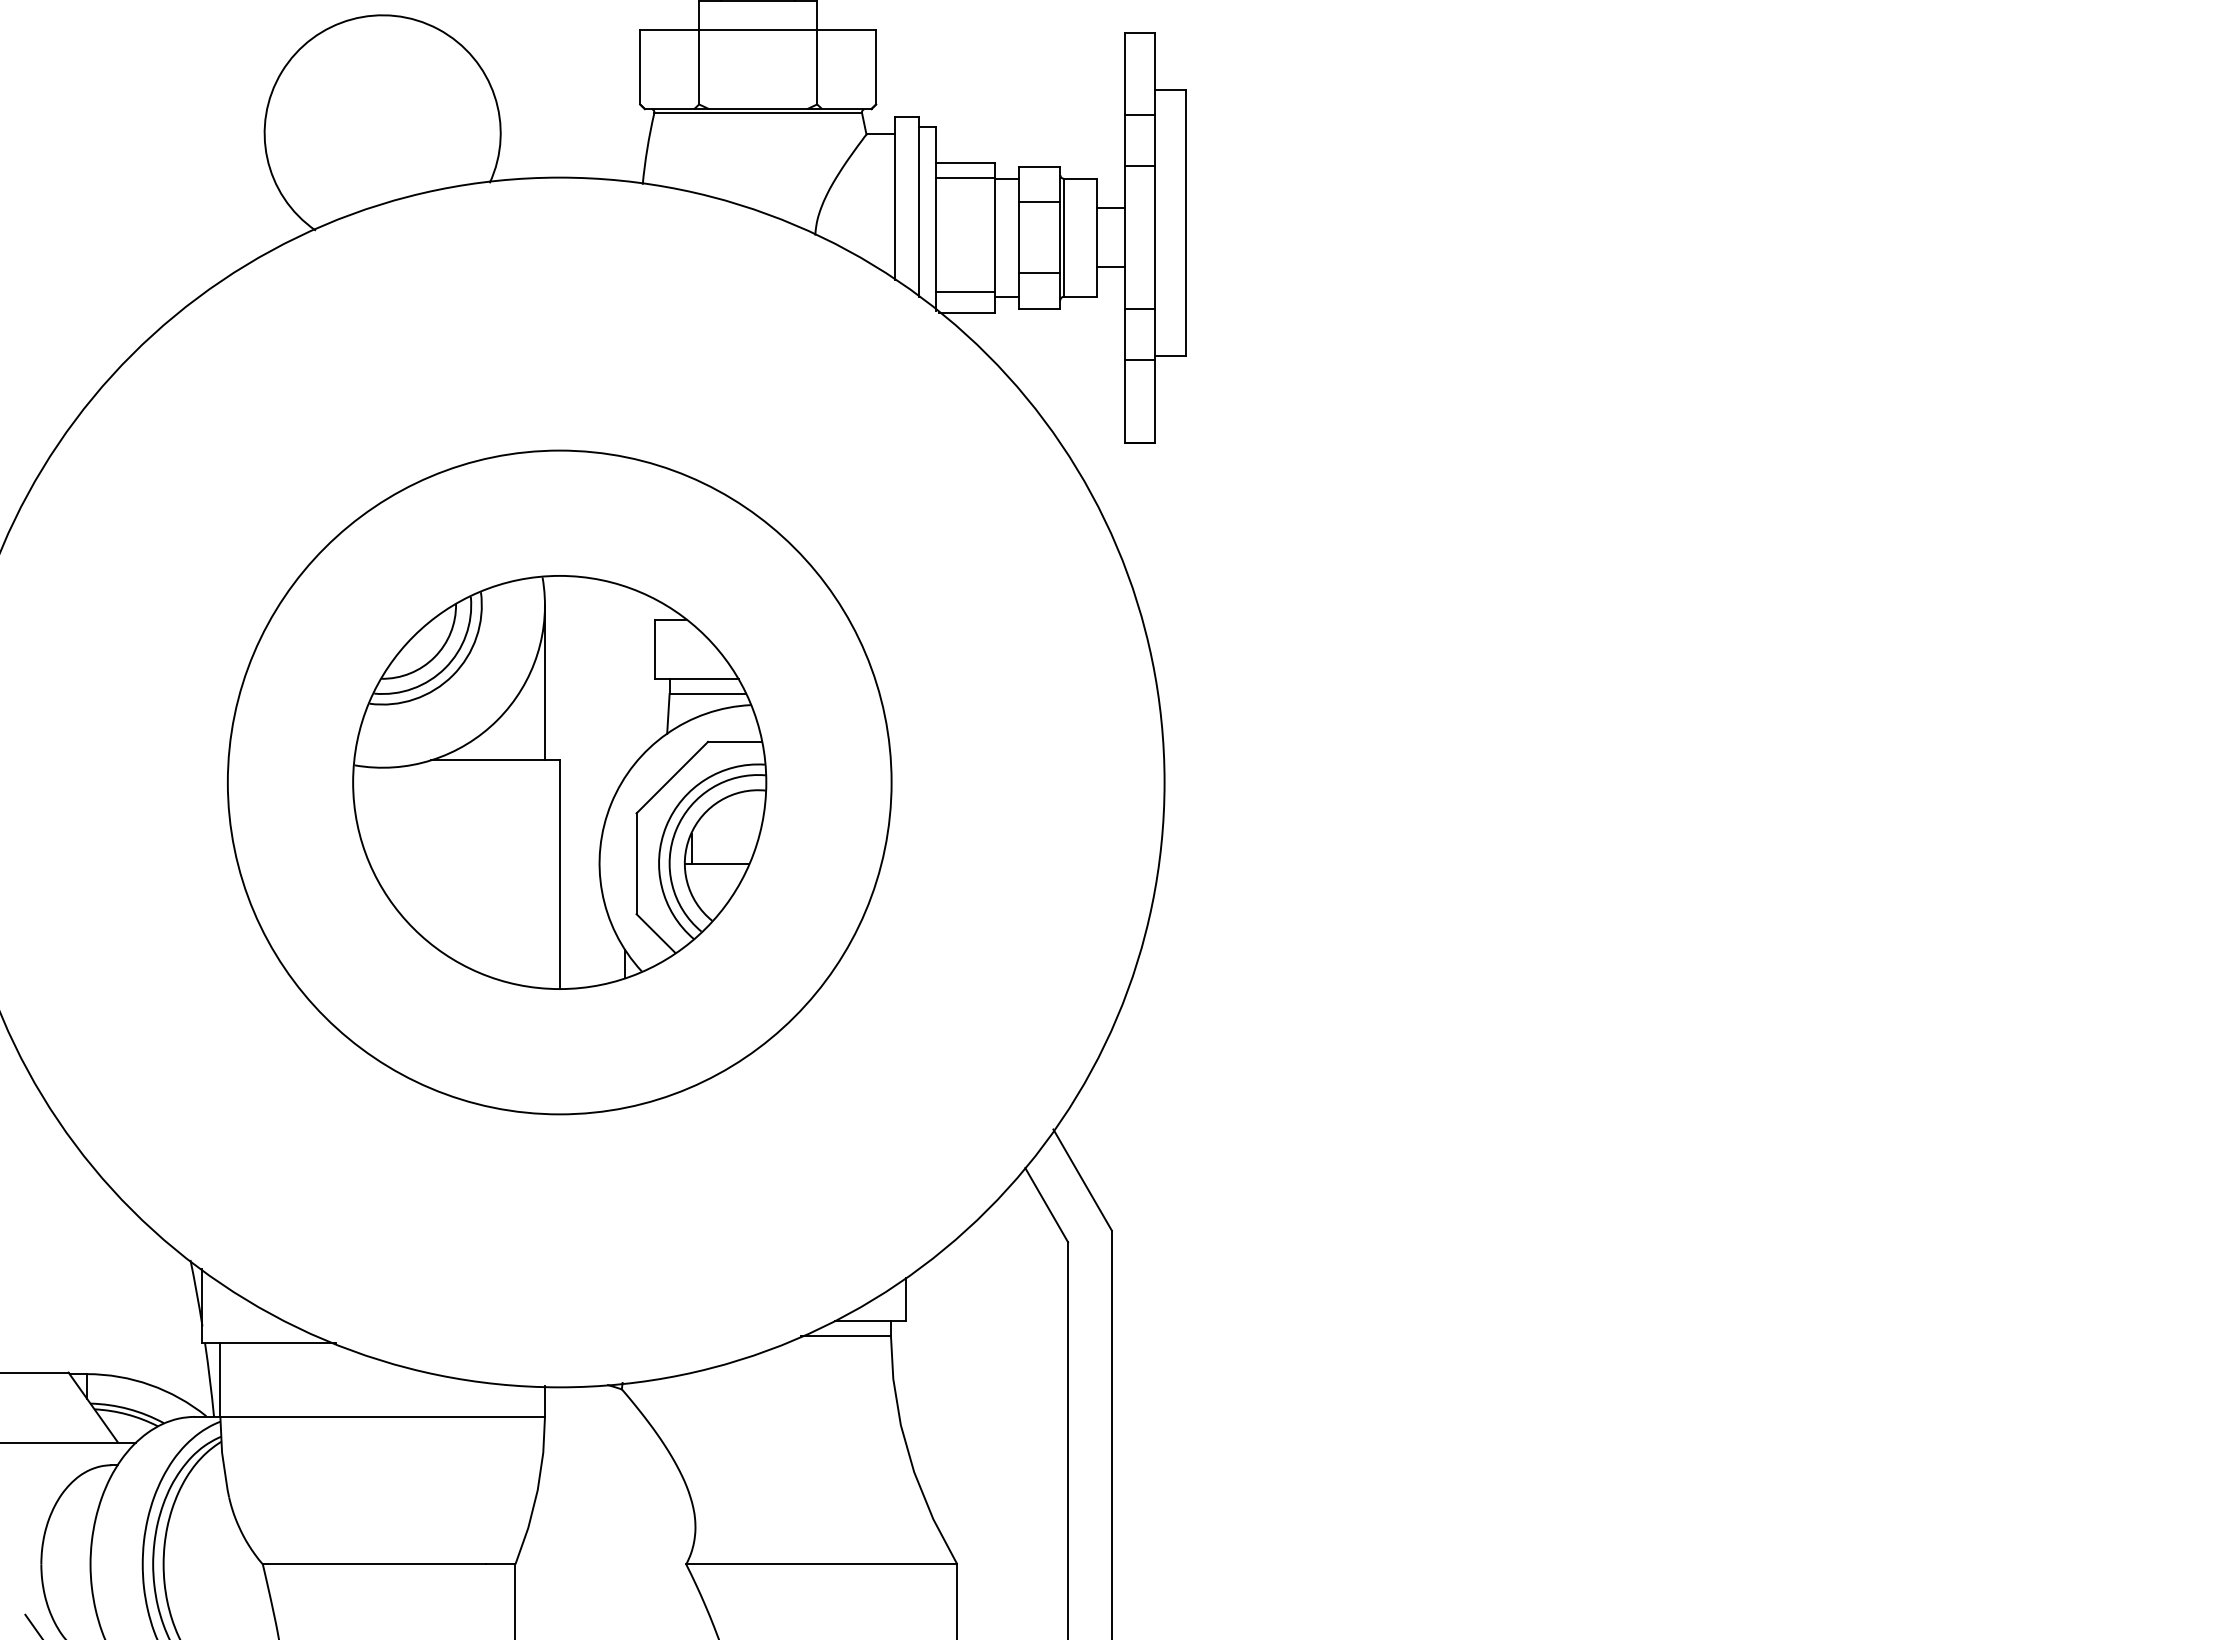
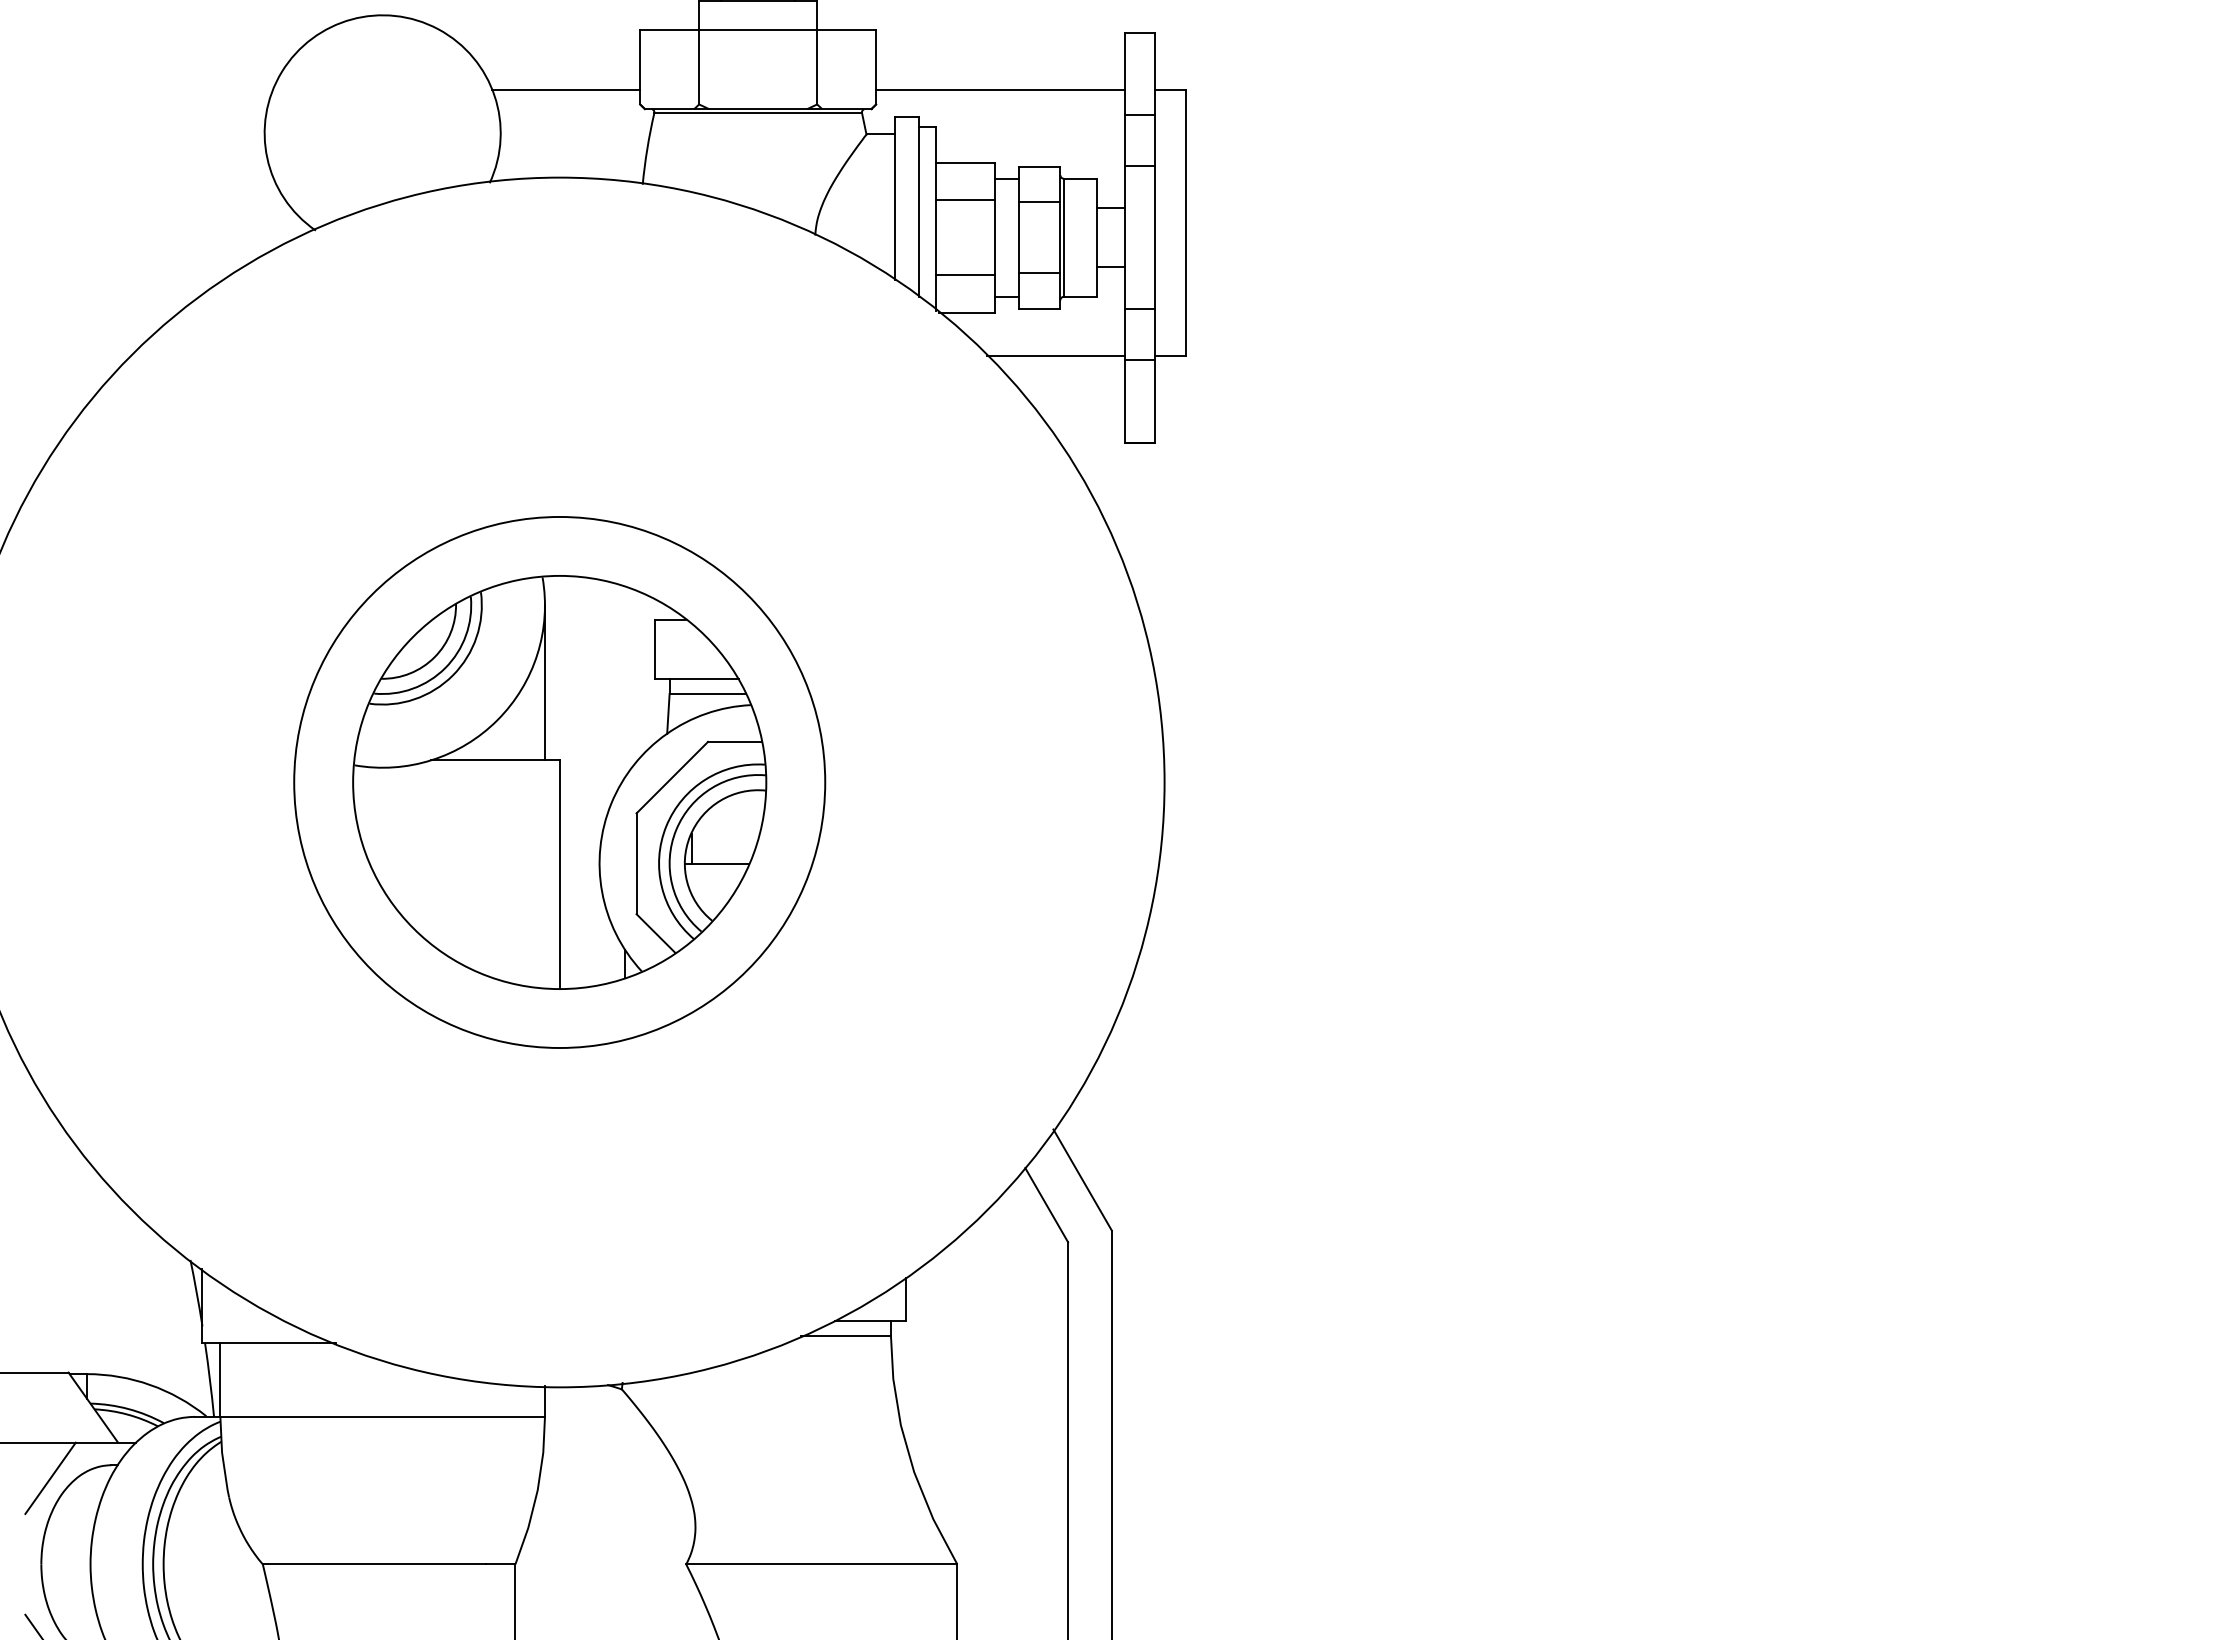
line at (566, 90): none -> present
line at (1000, 90): none -> present
line at (965, 178) position: (965, 178) -> (965, 200)
line at (965, 292) position: (965, 292) -> (965, 275)
line at (1055, 355): none -> present
circle at (559, 782) diameter: 664 px -> 531 px
line at (50, 1477): none -> present
